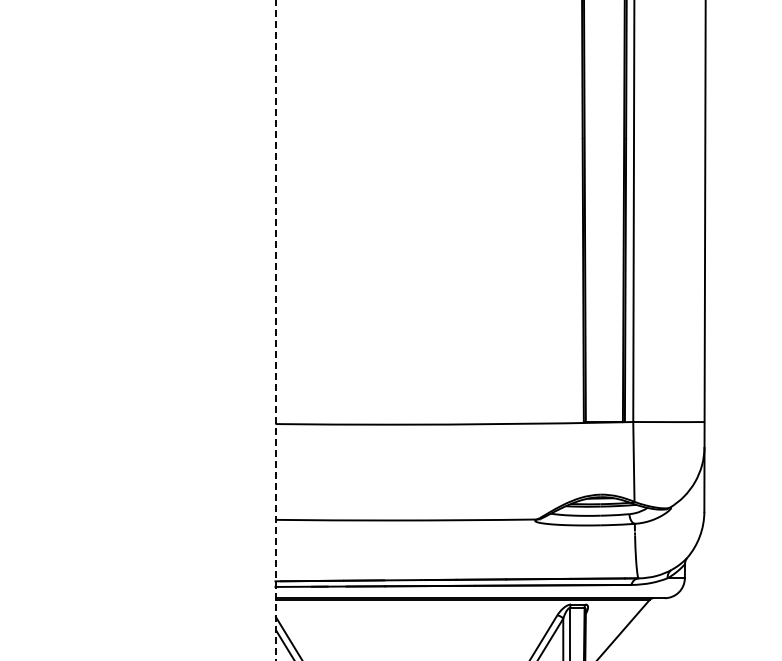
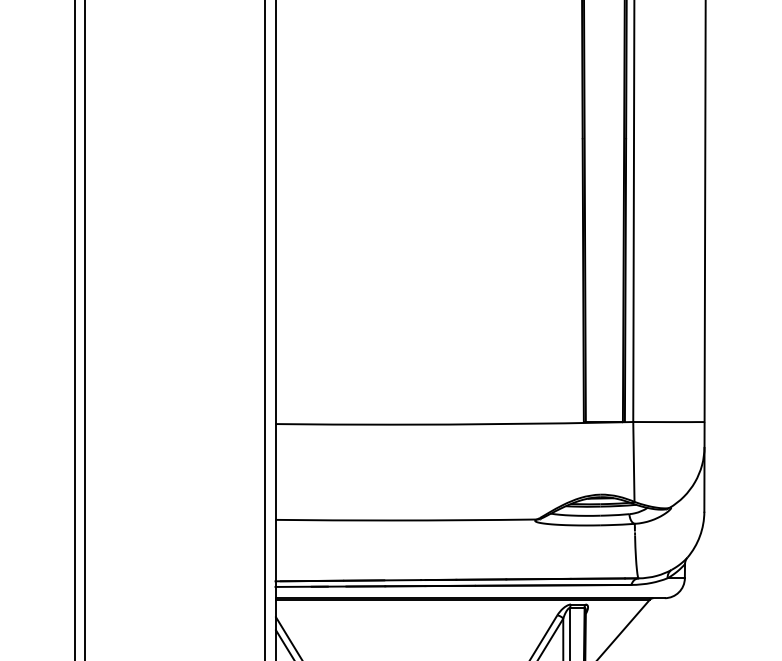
line at (74, 329): none -> present
line at (84, 329): none -> present
line at (265, 329): none -> present
line at (275, 330): dashed -> solid
